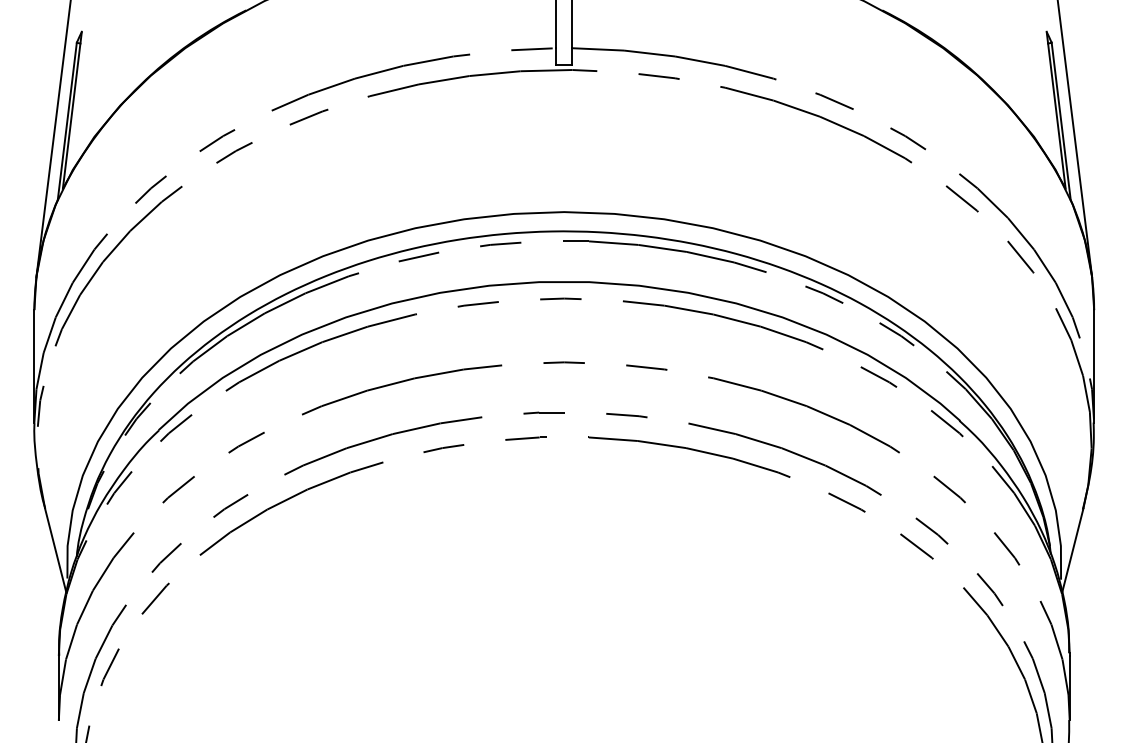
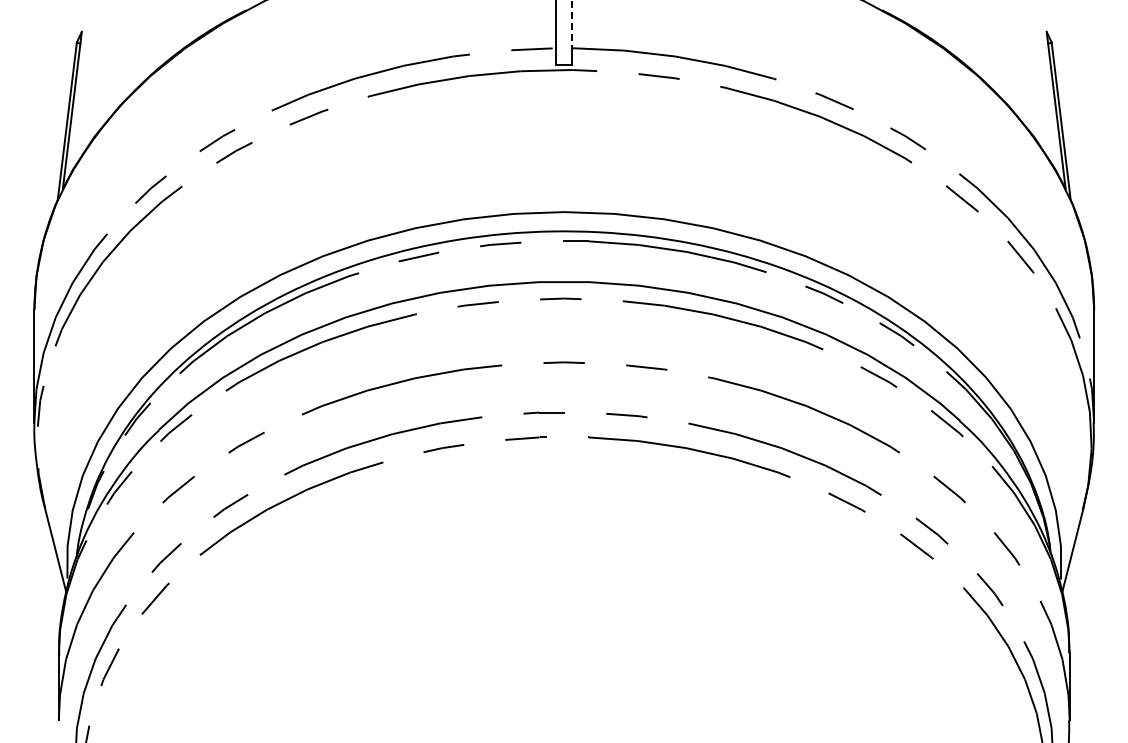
line at (572, 24): solid -> dashed
line at (53, 139): present -> none
line at (1074, 139): present -> none
